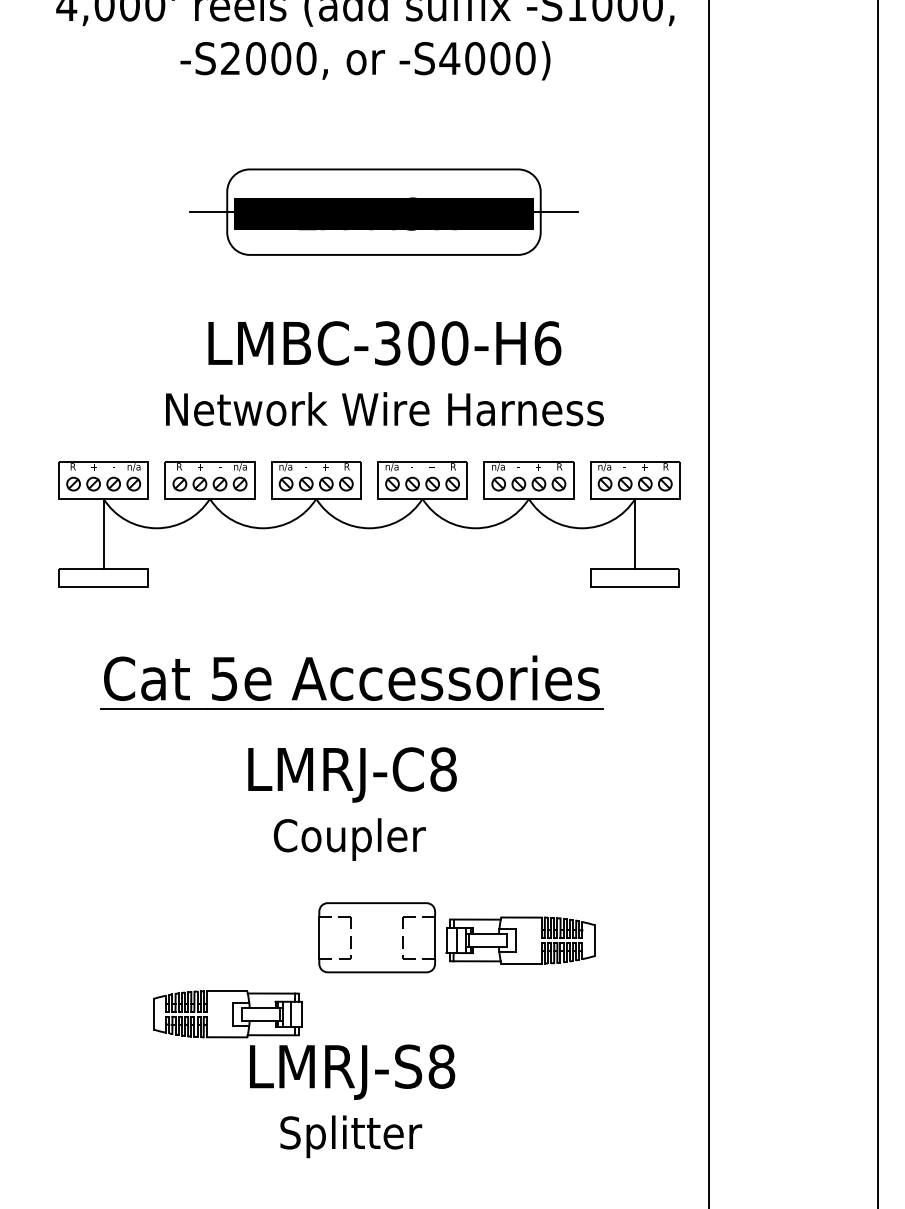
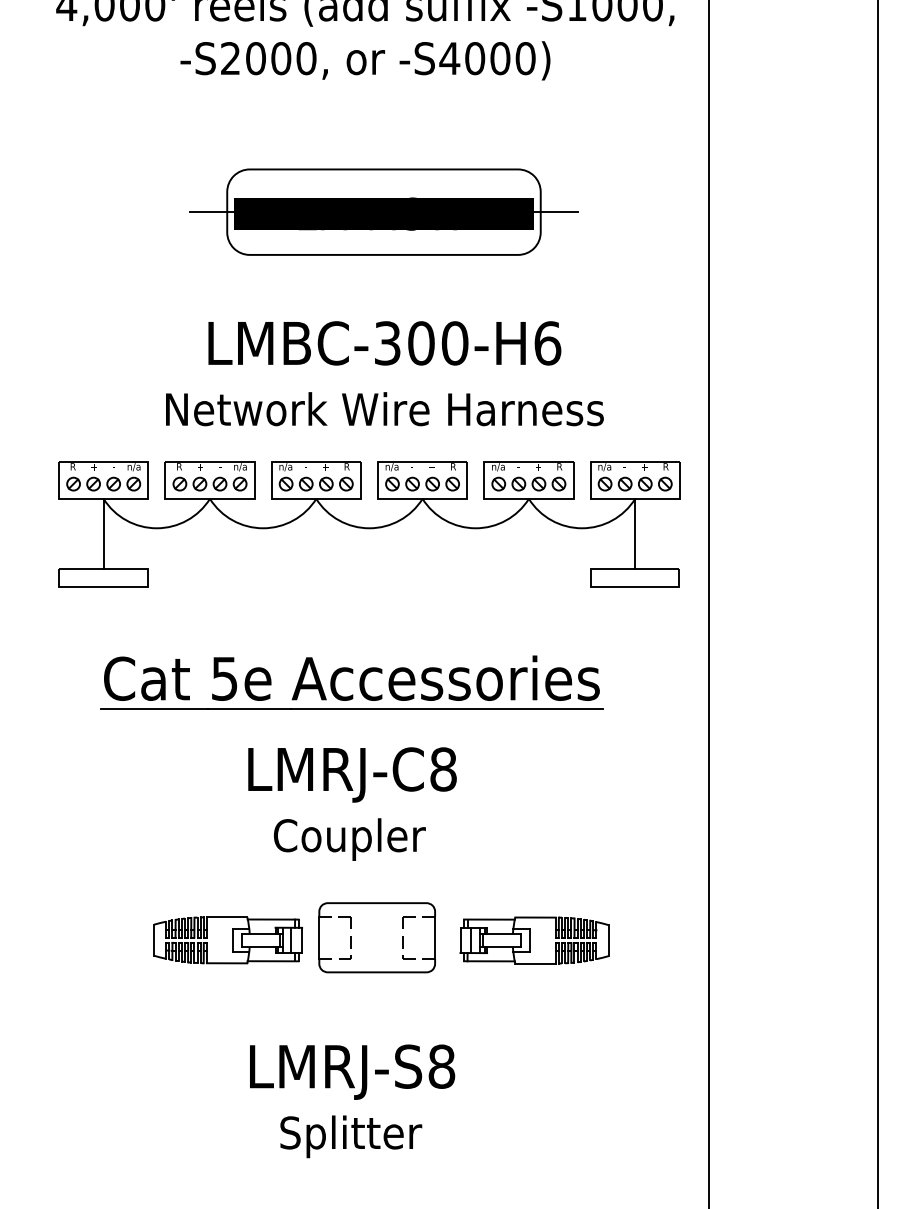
part at (520, 940) position: (520, 940) -> (534, 940)
part at (227, 1014) position: (227, 1014) -> (227, 940)
